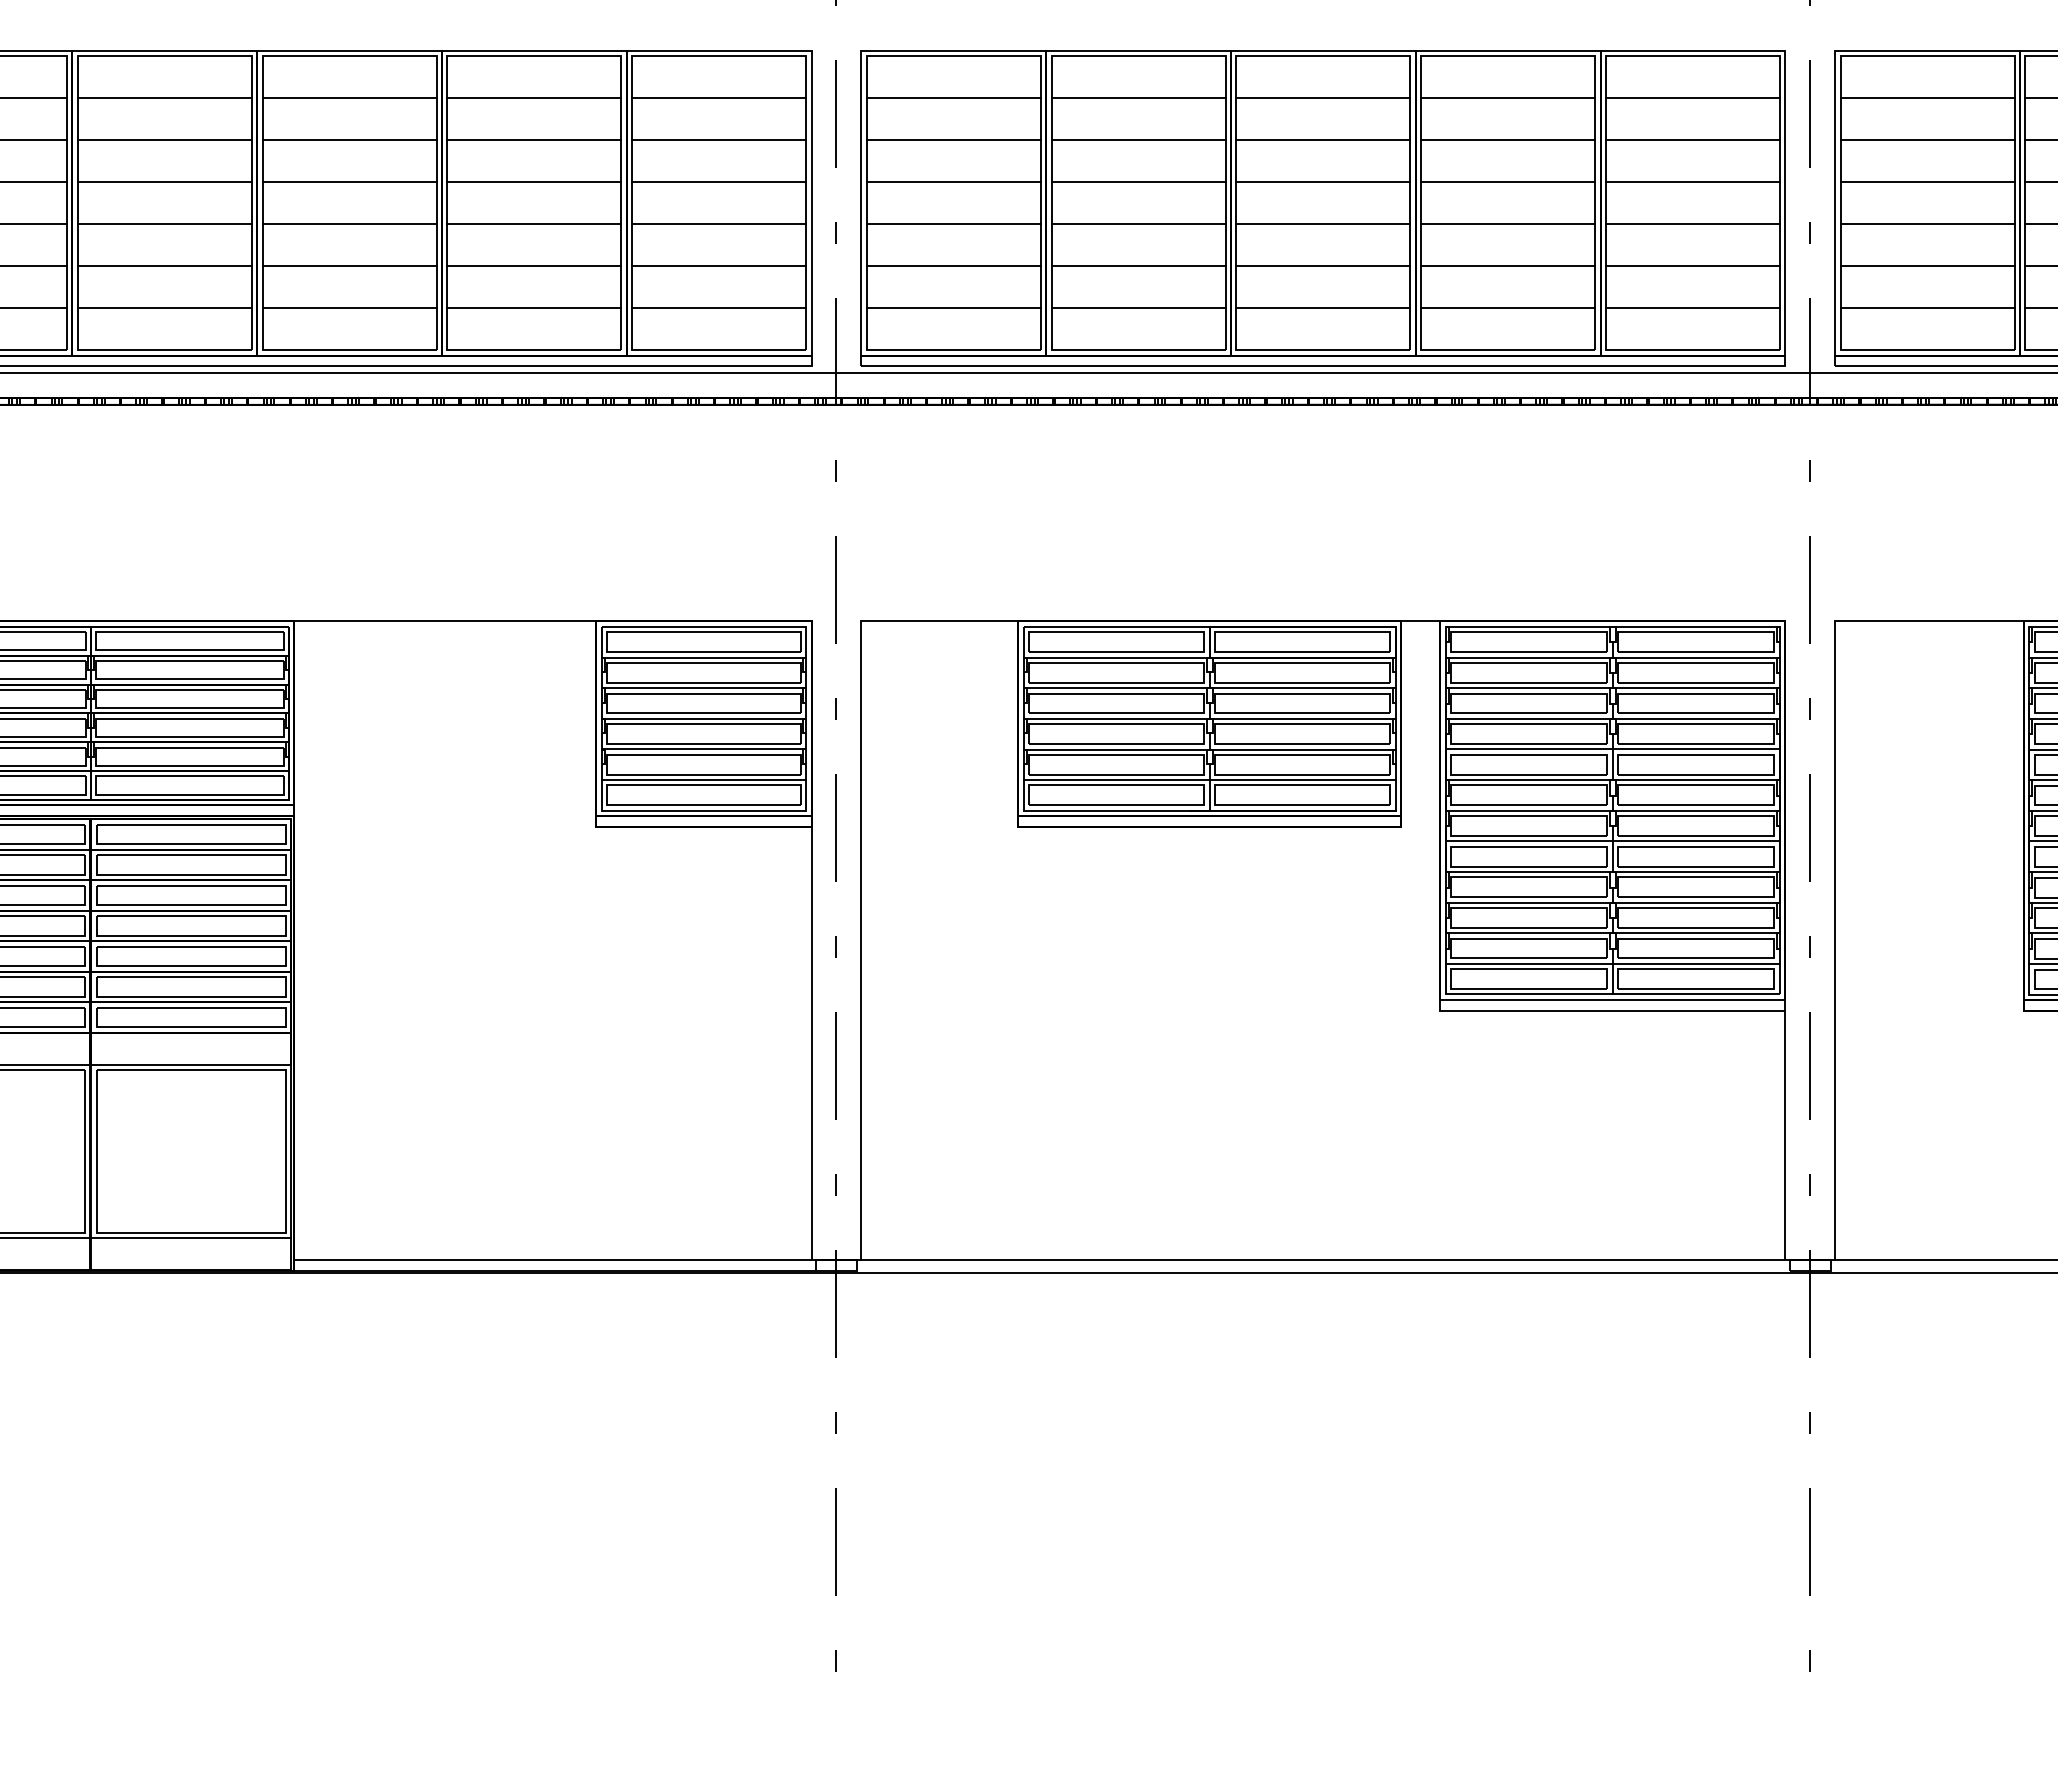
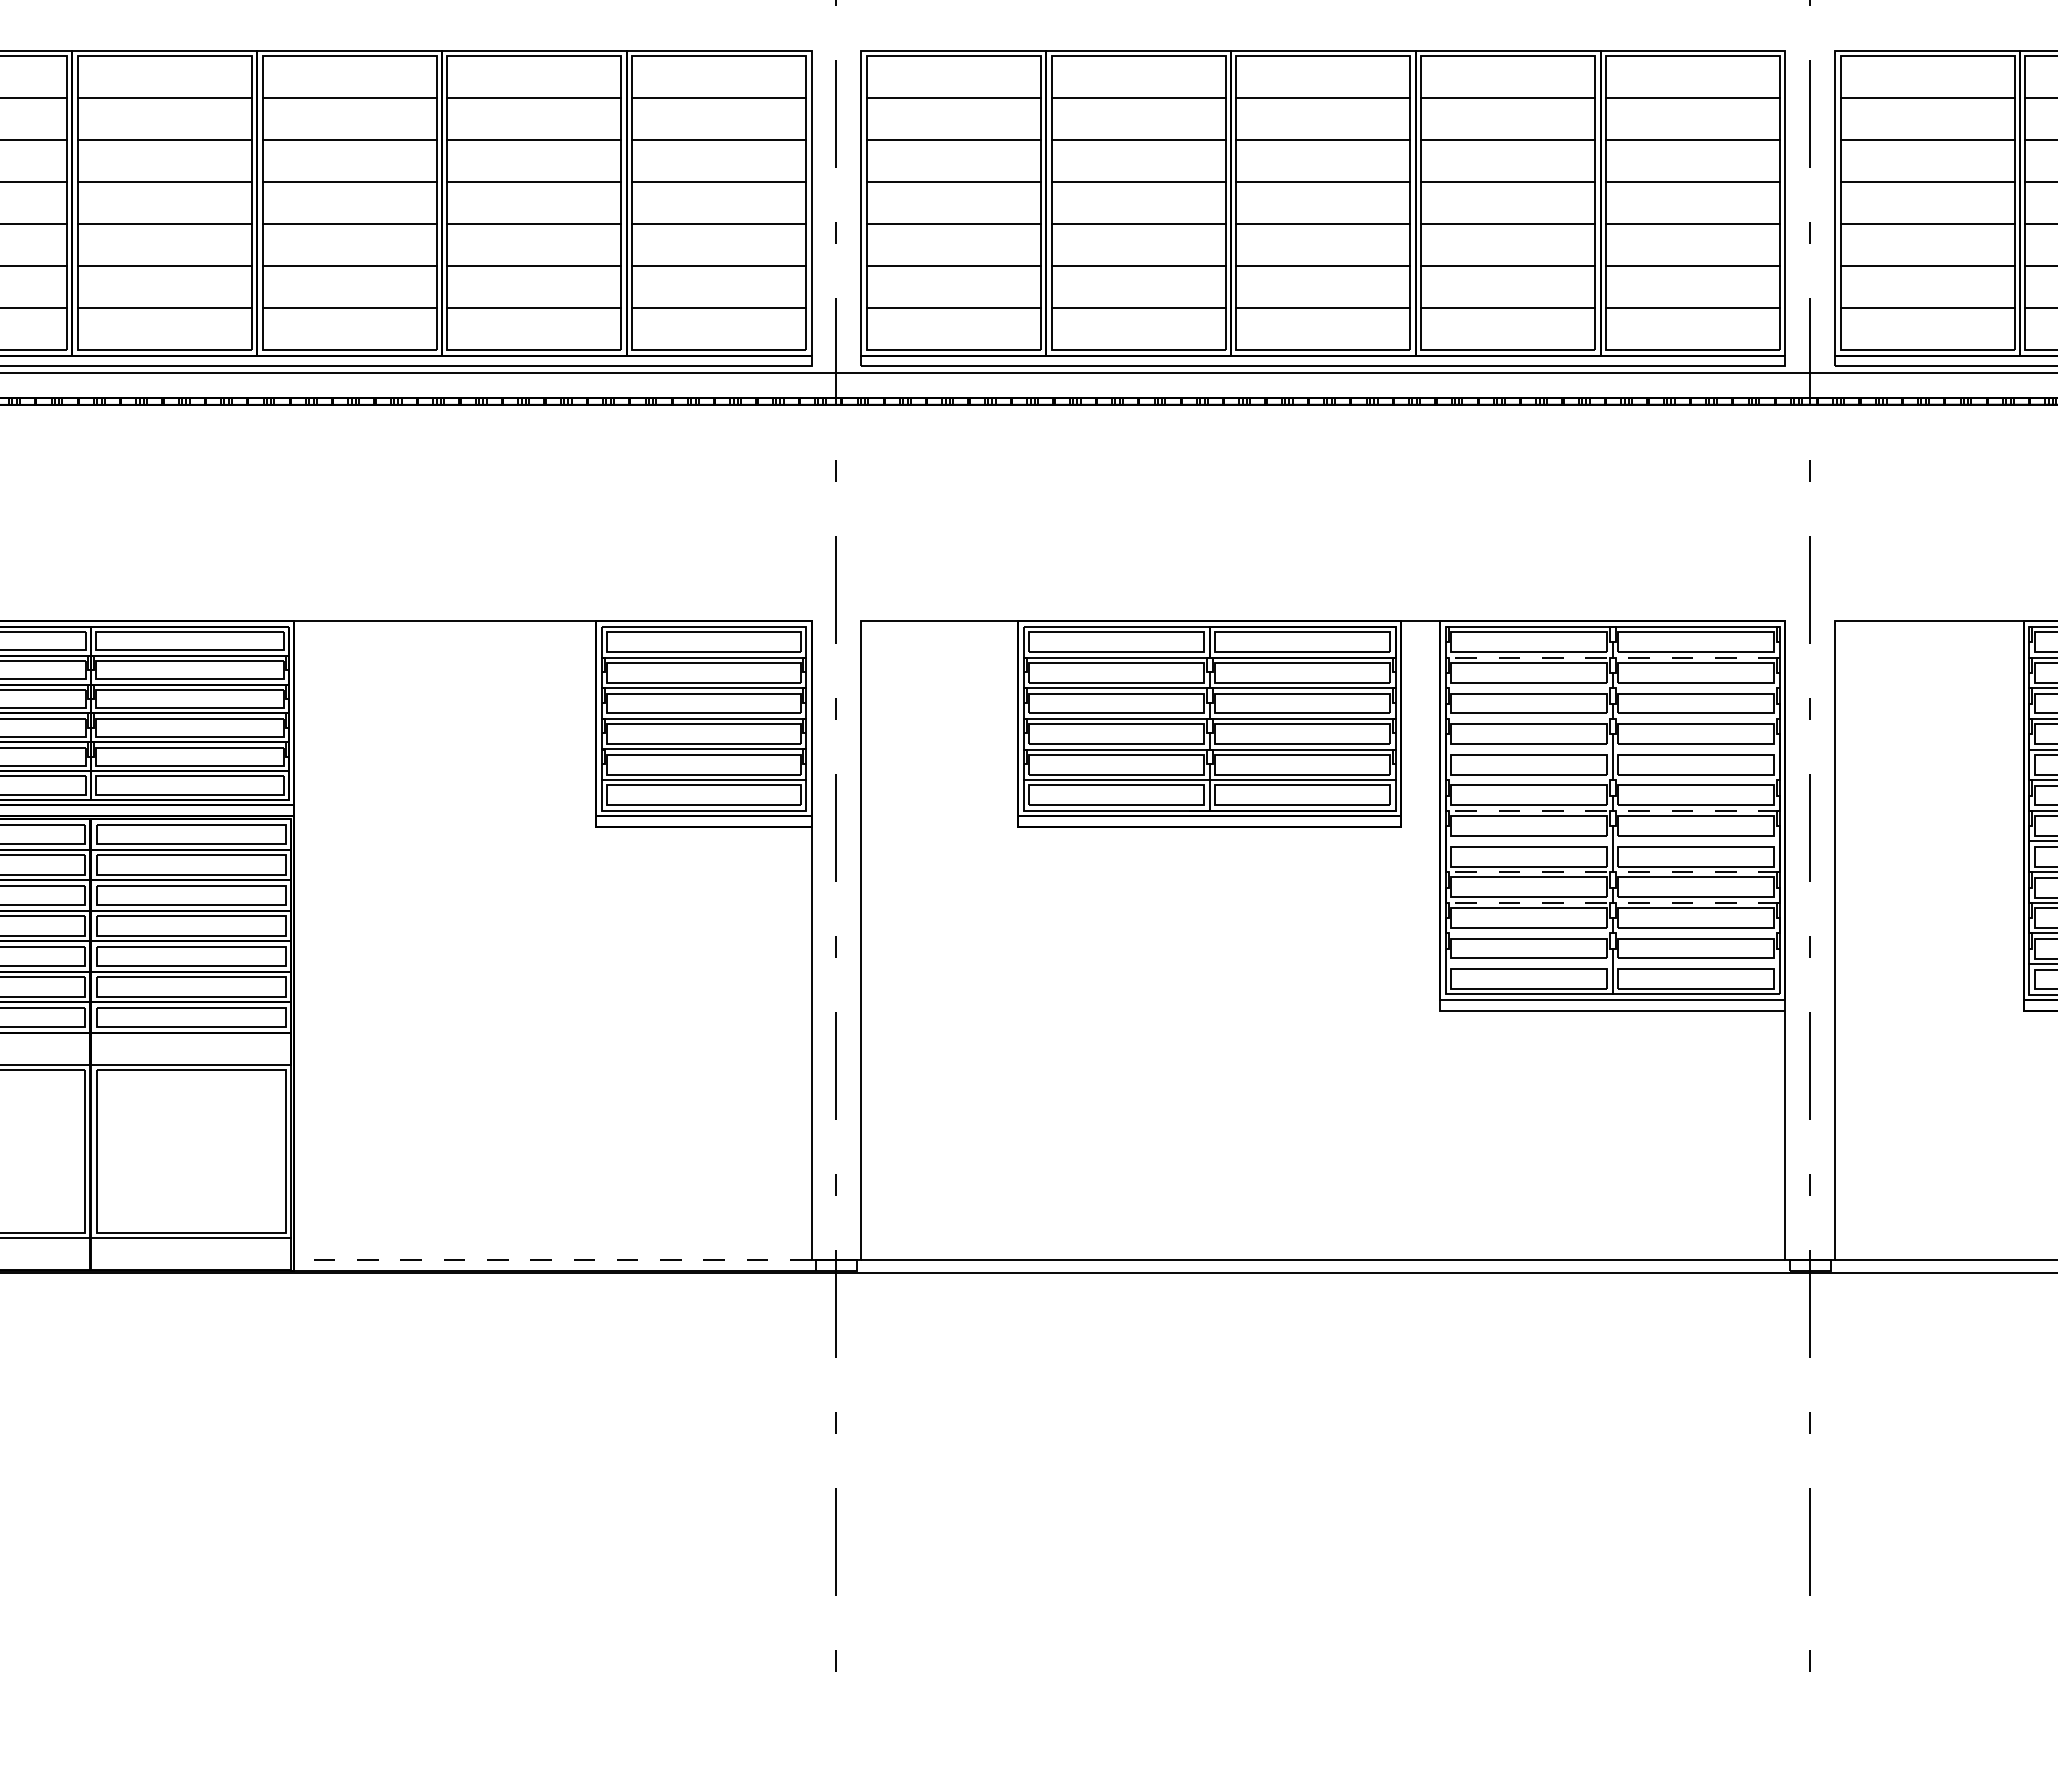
line at (1612, 657): solid -> dashed
line at (1612, 688): present -> none
line at (1612, 718): present -> none
line at (1612, 749): present -> none
line at (1612, 780): present -> none
line at (1612, 810): solid -> dashed
line at (1612, 841): present -> none
line at (1612, 871): solid -> dashed
line at (1612, 902): solid -> dashed
line at (1612, 933): present -> none
line at (1612, 963): present -> none
line at (552, 1259): solid -> dashed
